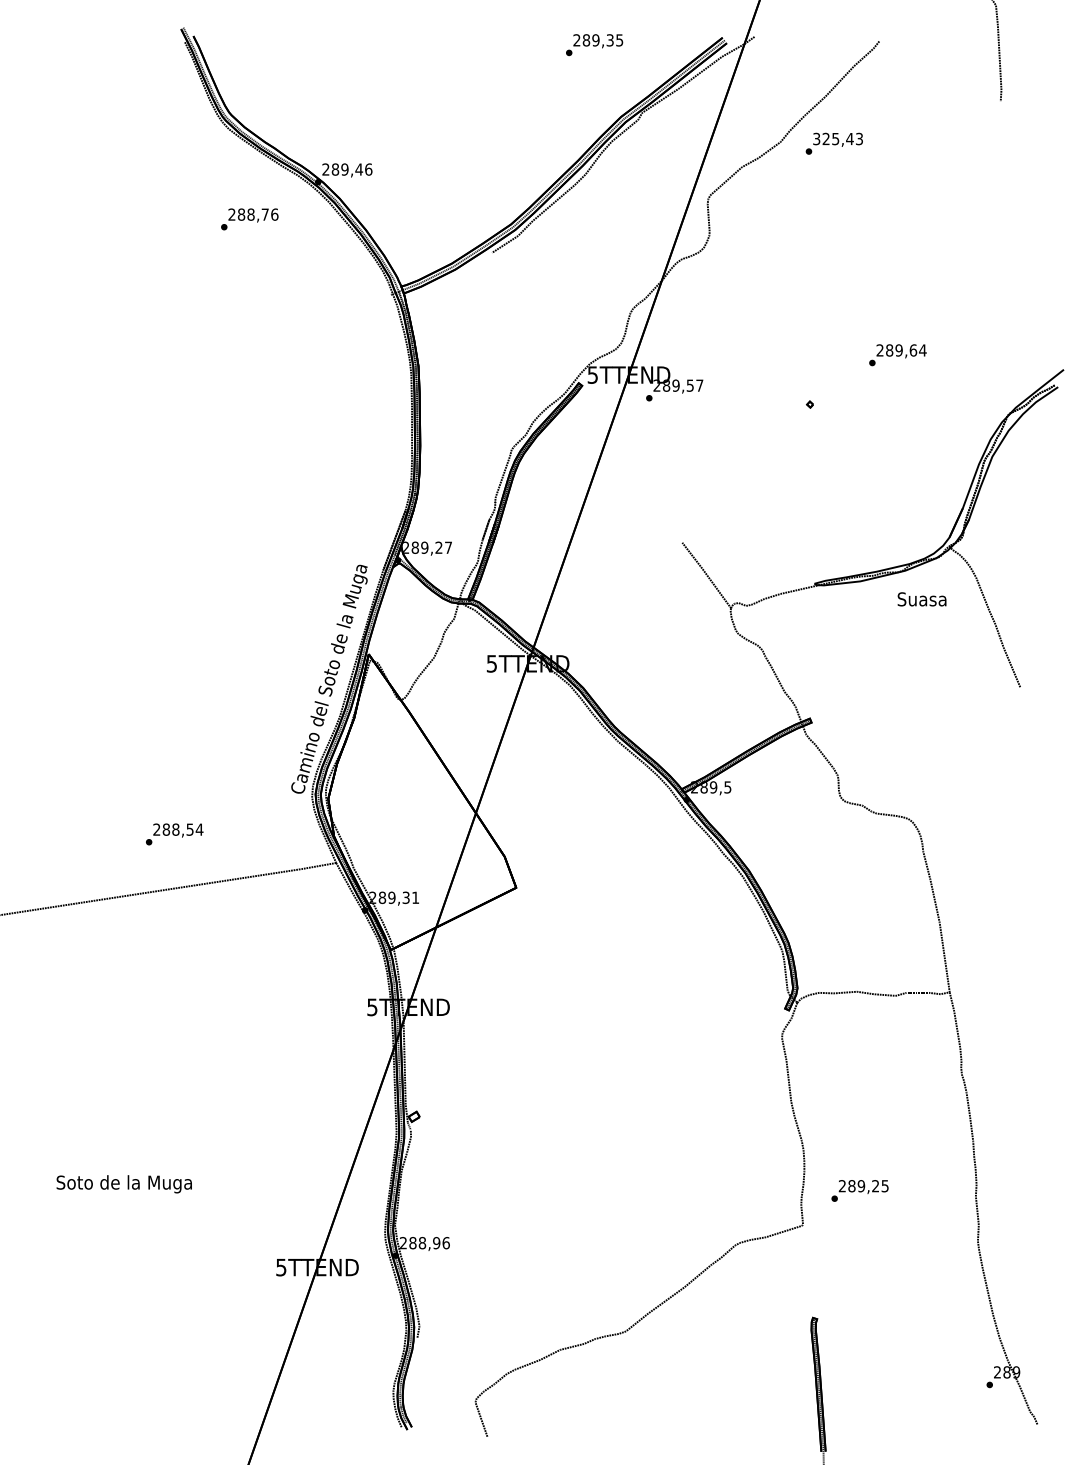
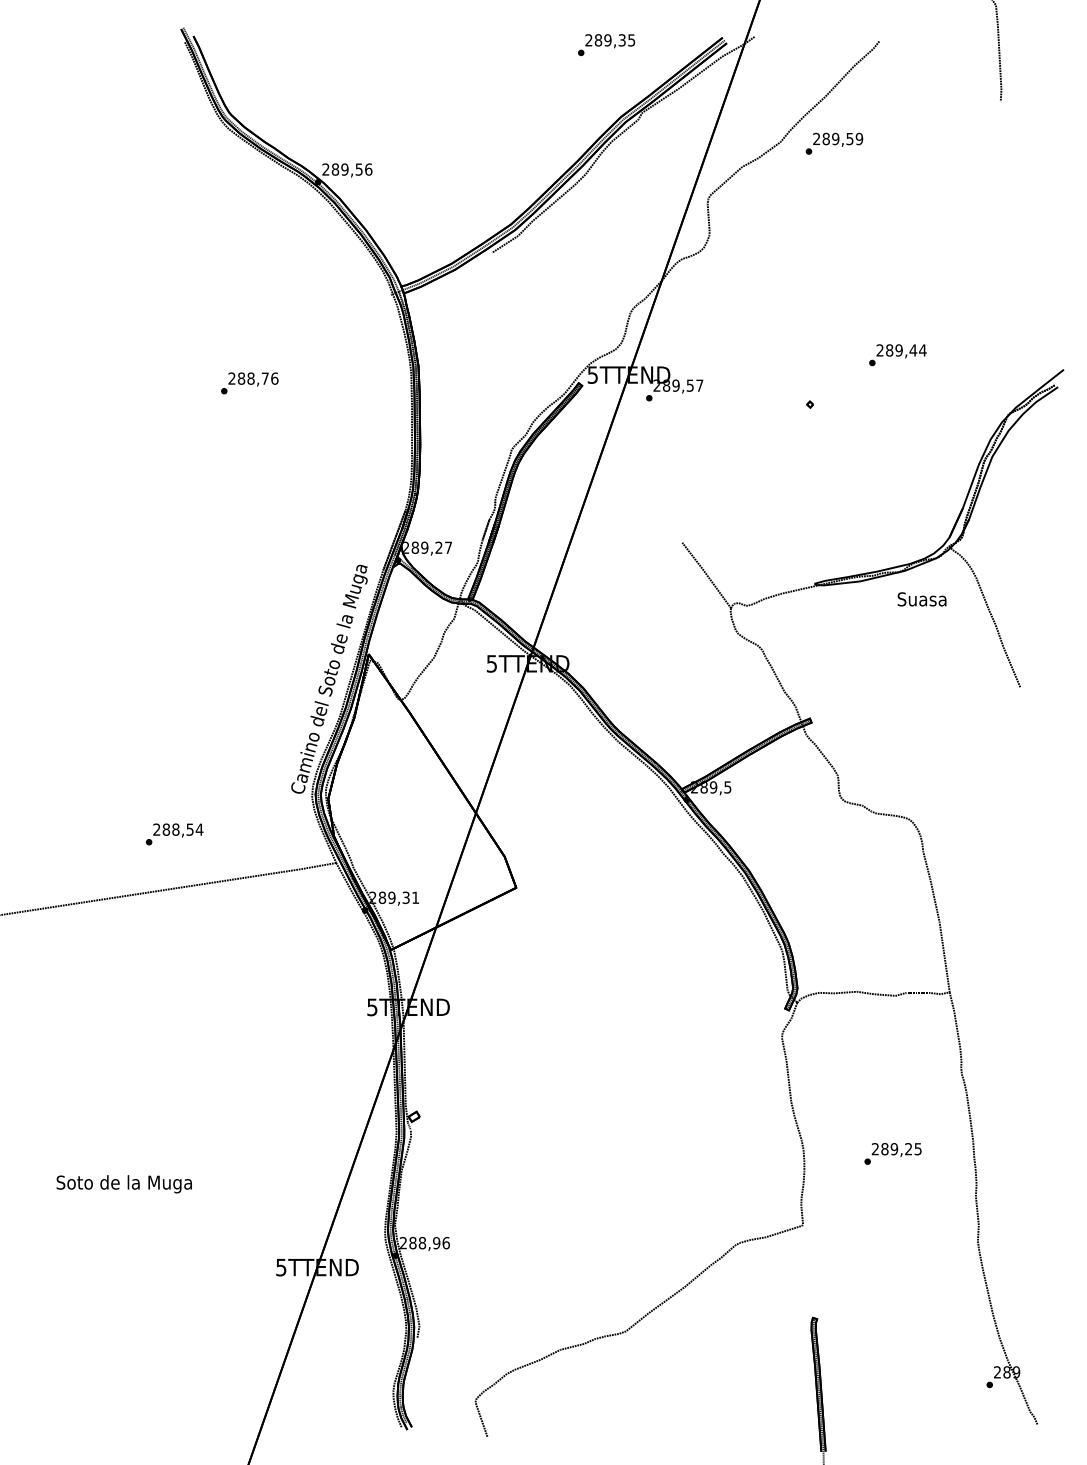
text at (594, 45) position: (594, 45) -> (606, 45)
text at (838, 138): 325,43 -> 289,59
text at (359, 169): 289,46 -> 289,56
text at (249, 219) position: (249, 219) -> (249, 383)
text at (913, 350): 289,64 -> 289,44
text at (859, 1190) position: (859, 1190) -> (892, 1153)
